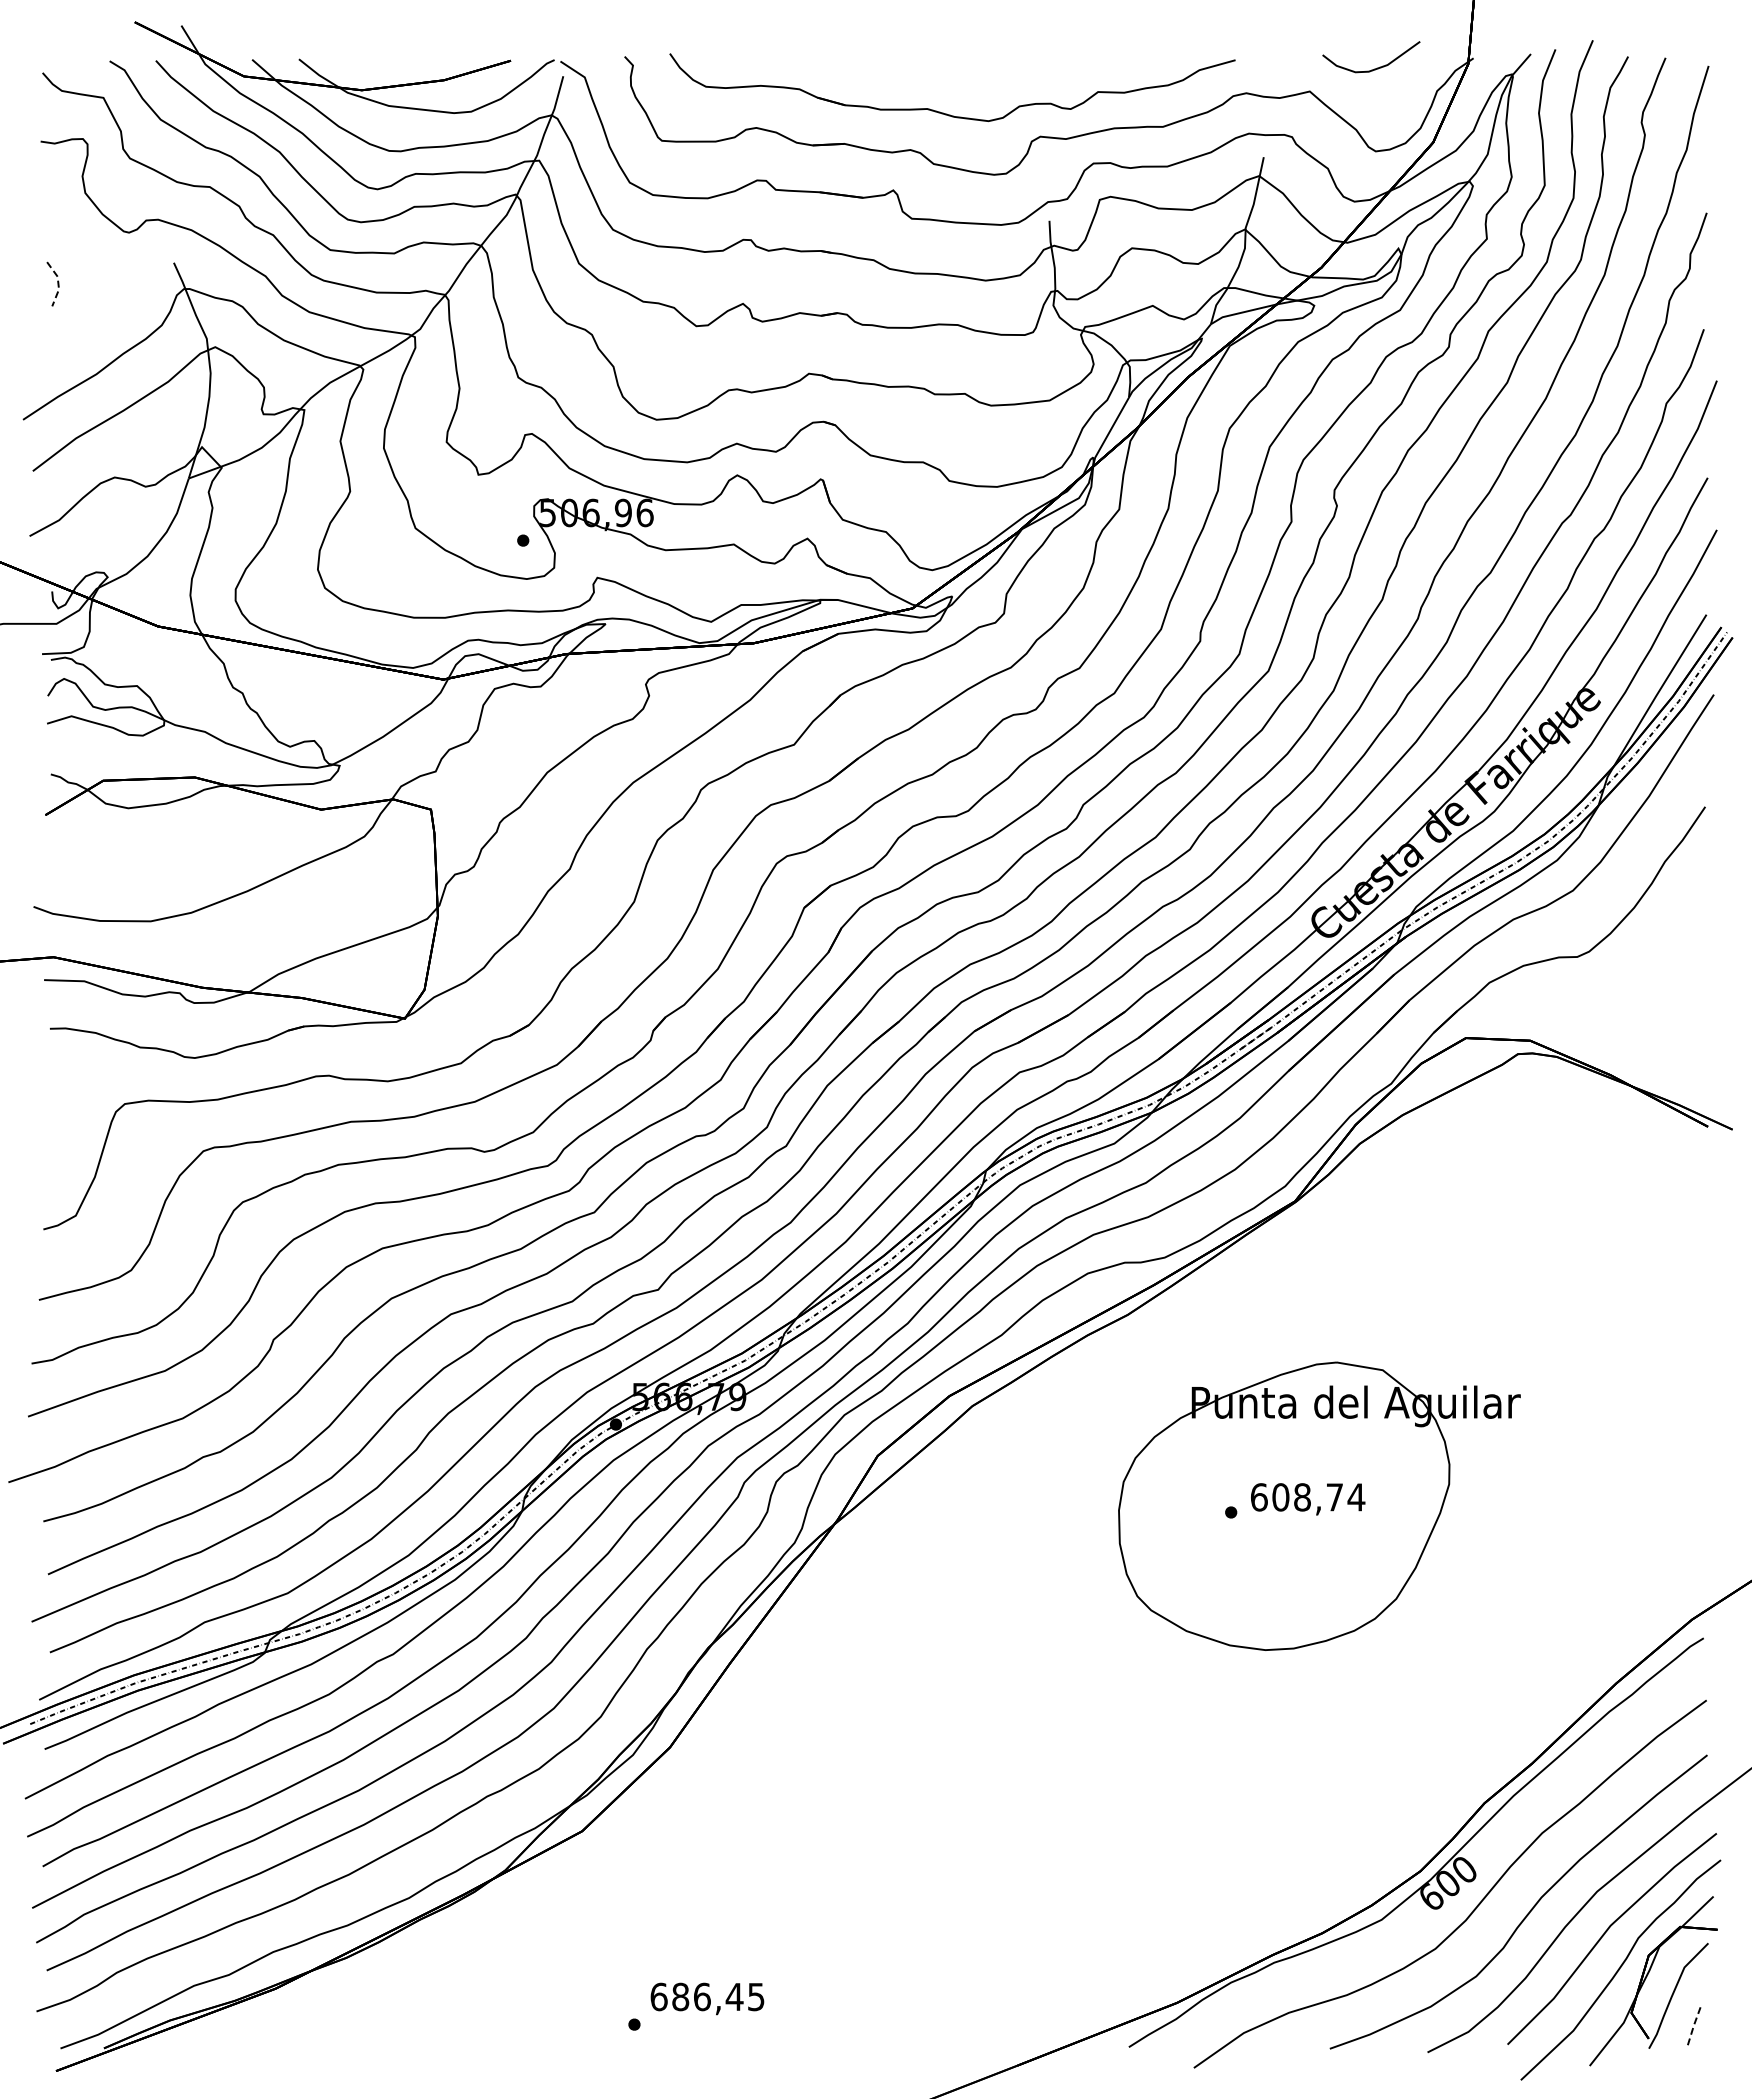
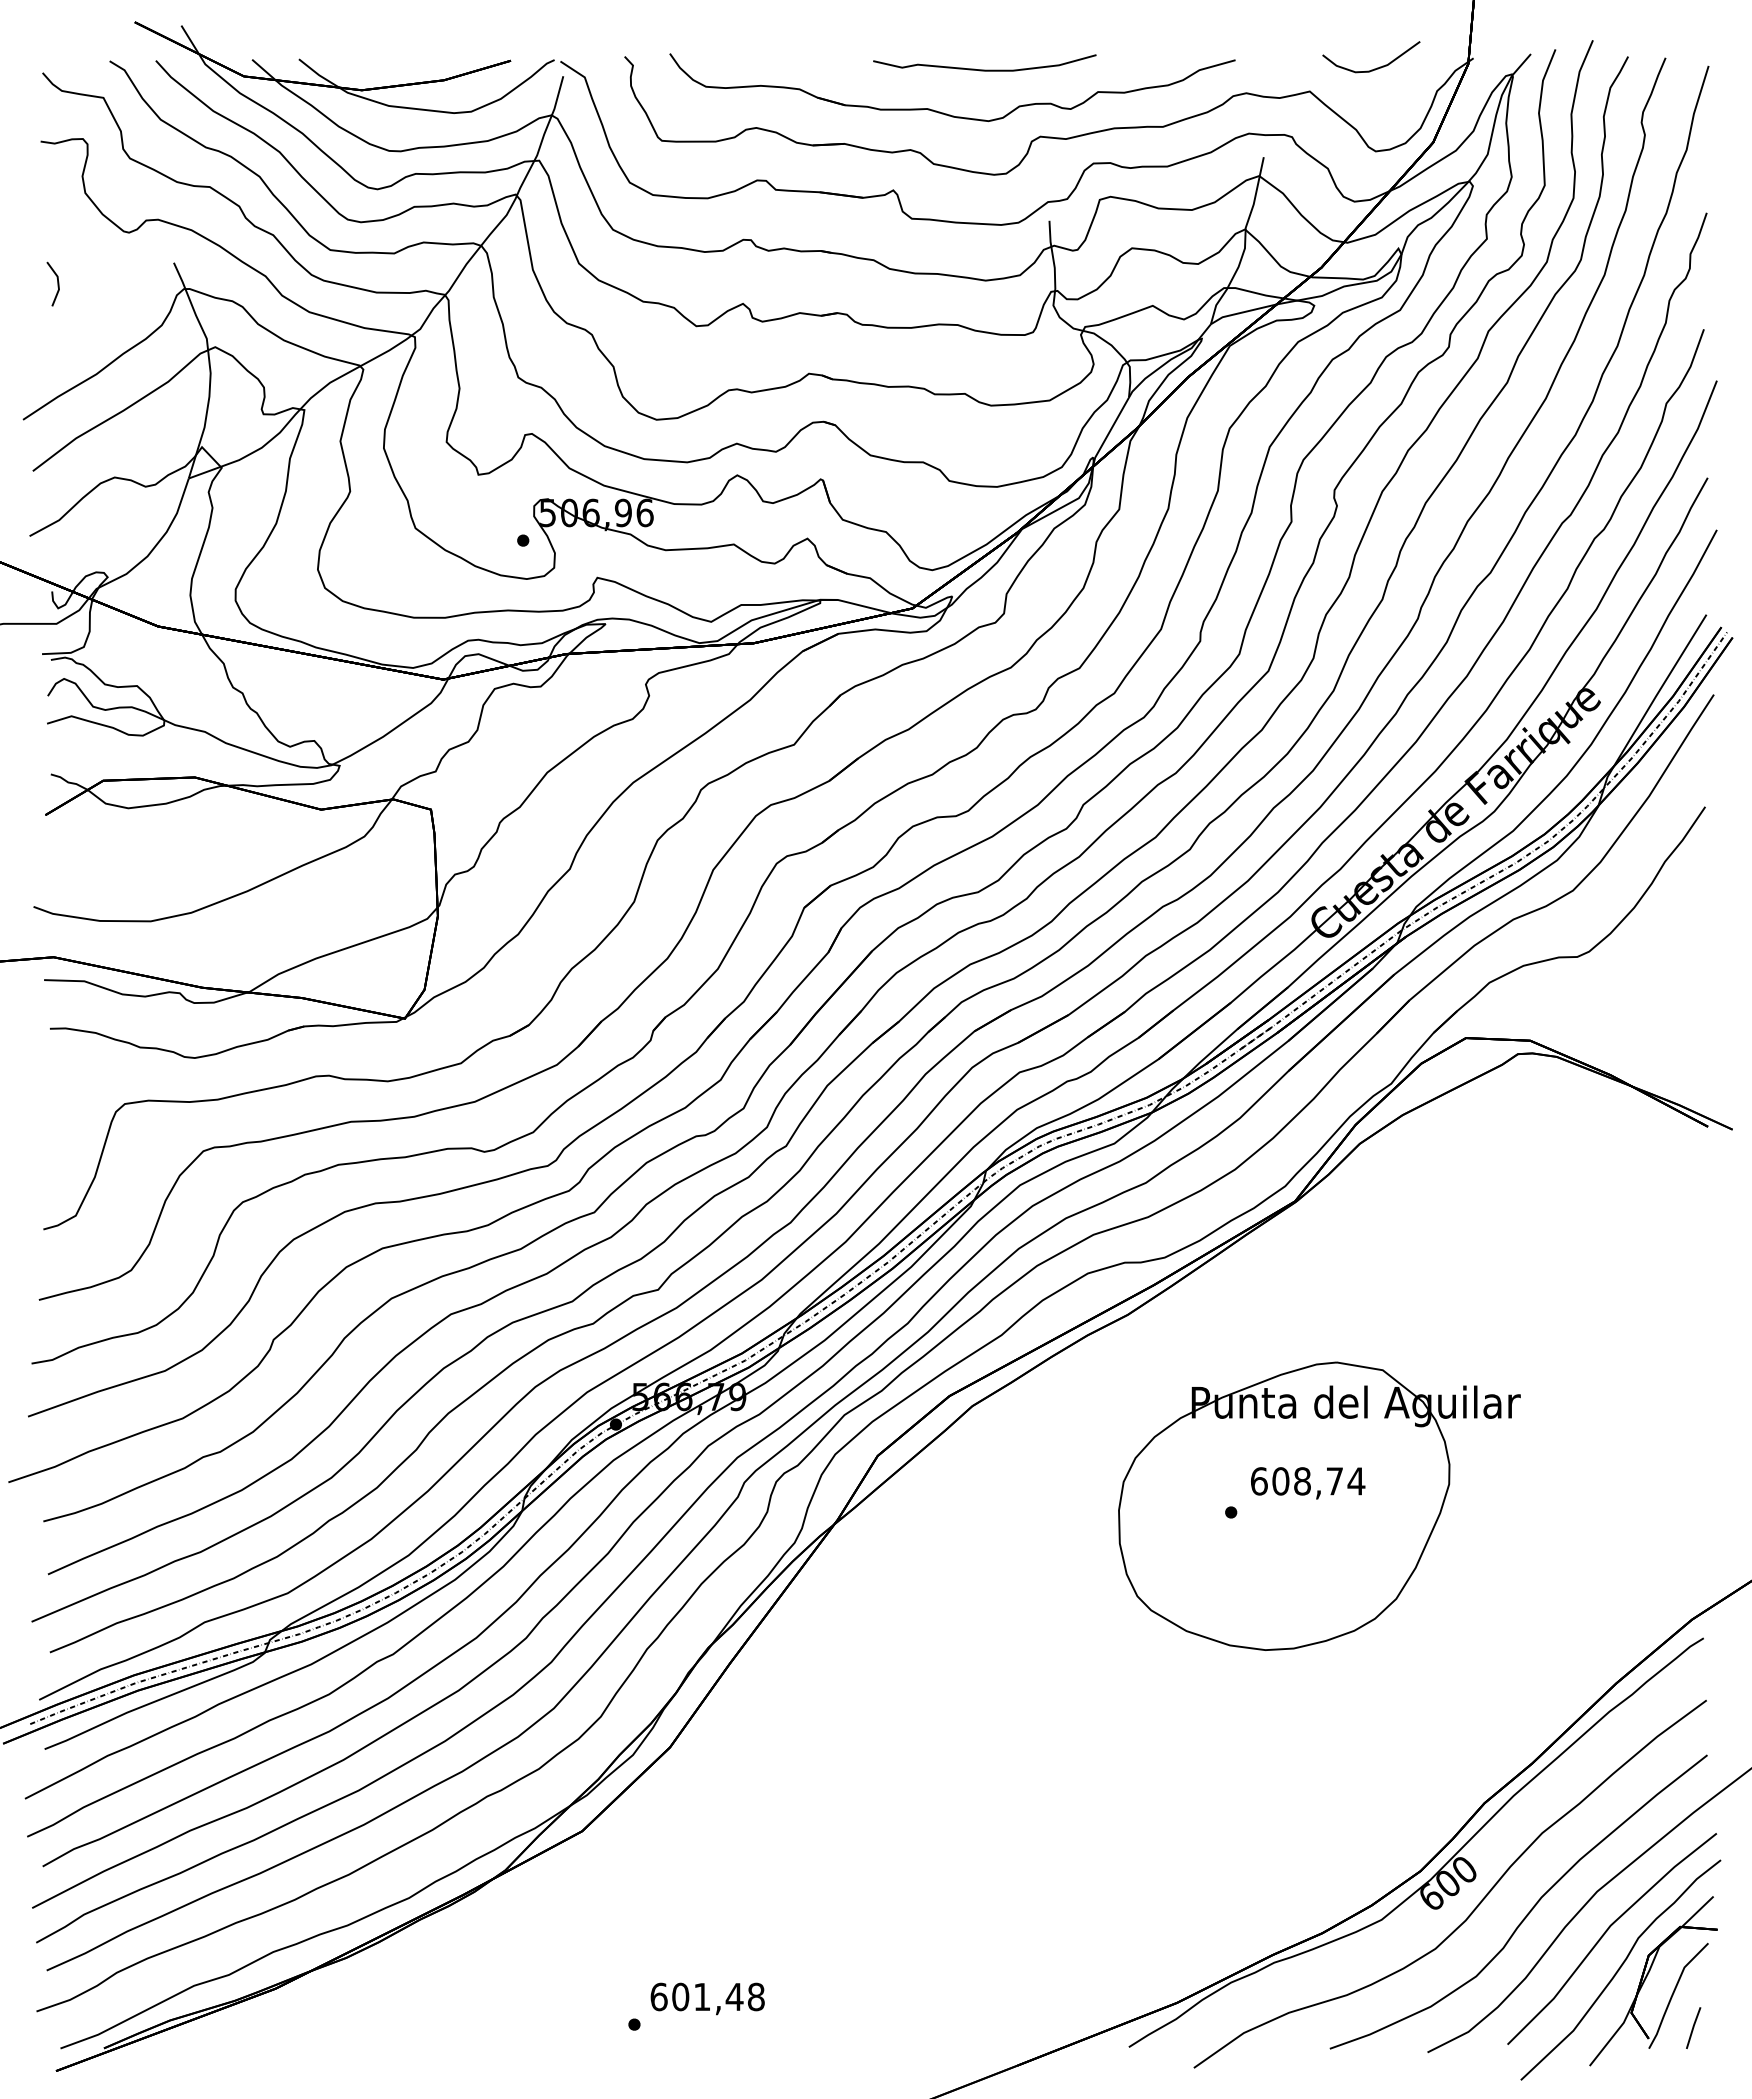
curve at (984, 69): none -> present
line at (58, 283): dashed -> solid
text at (1308, 1499) position: (1308, 1499) -> (1308, 1483)
text at (718, 1996): 686,45 -> 601,48
line at (1693, 2027): dashed -> solid
